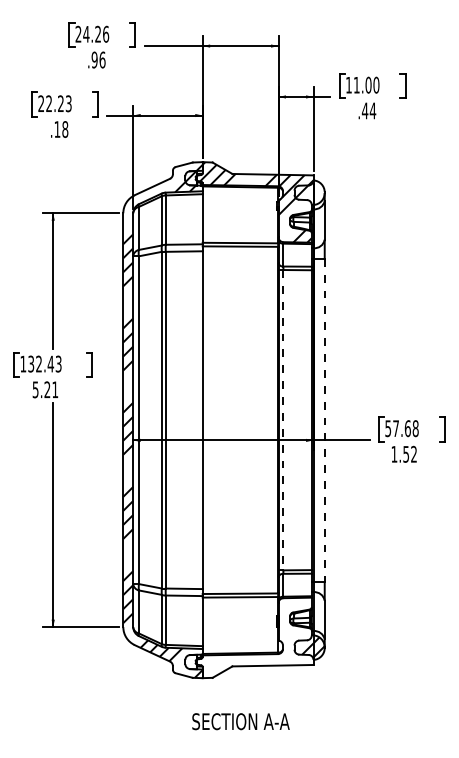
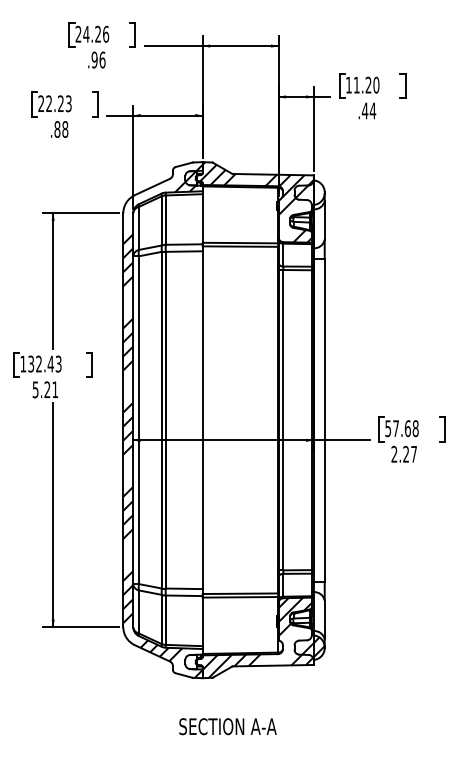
text at (368, 84): 11.00 -> 11.20
text at (57, 129): .18 -> .88
line at (283, 420): dashed -> solid
line at (324, 420): dashed -> solid
text at (403, 453): 1.52 -> 2.27
hatch at (257, 637): none -> present
text at (240, 721) position: (240, 721) -> (227, 726)
